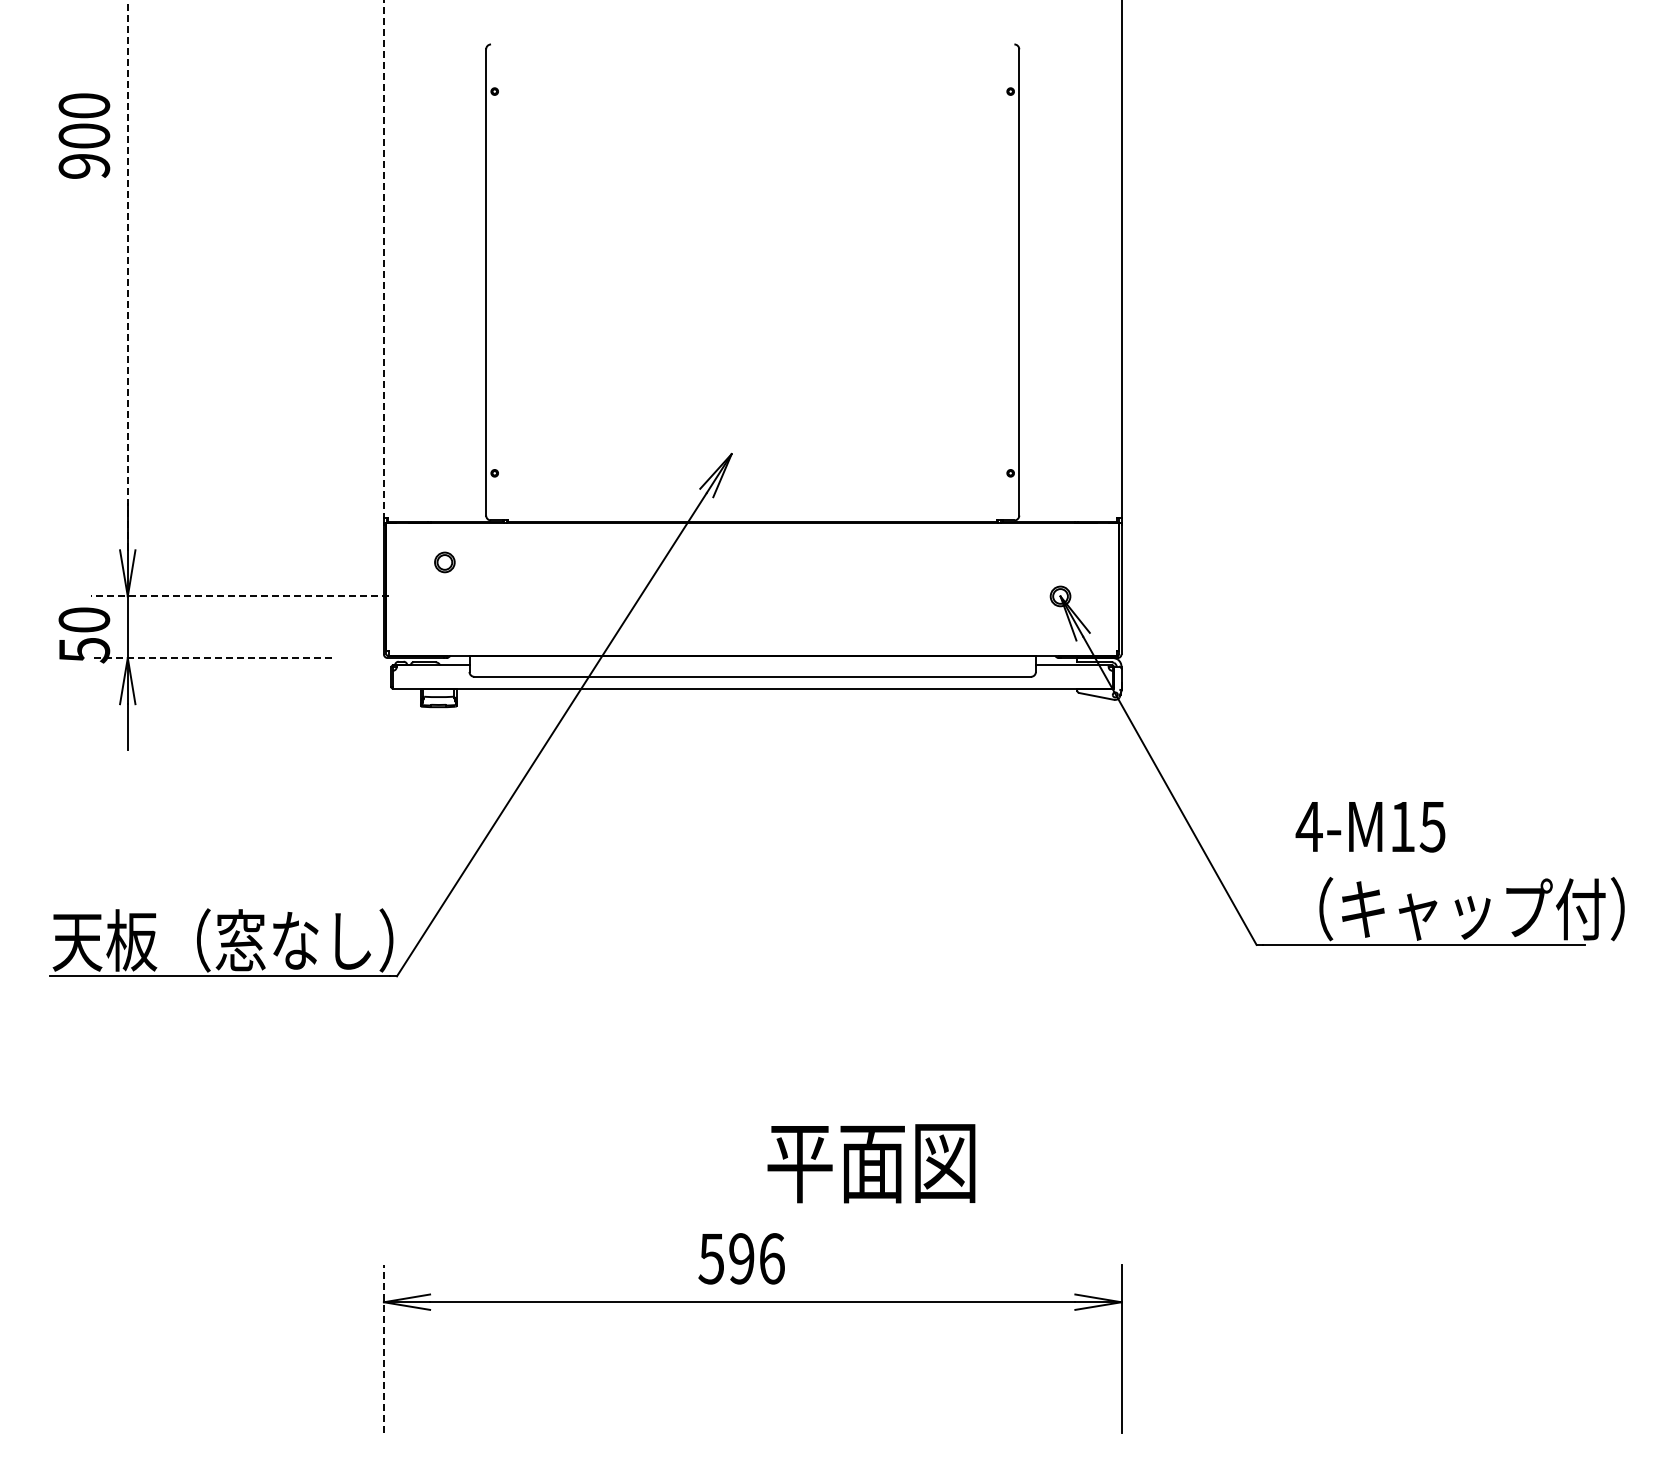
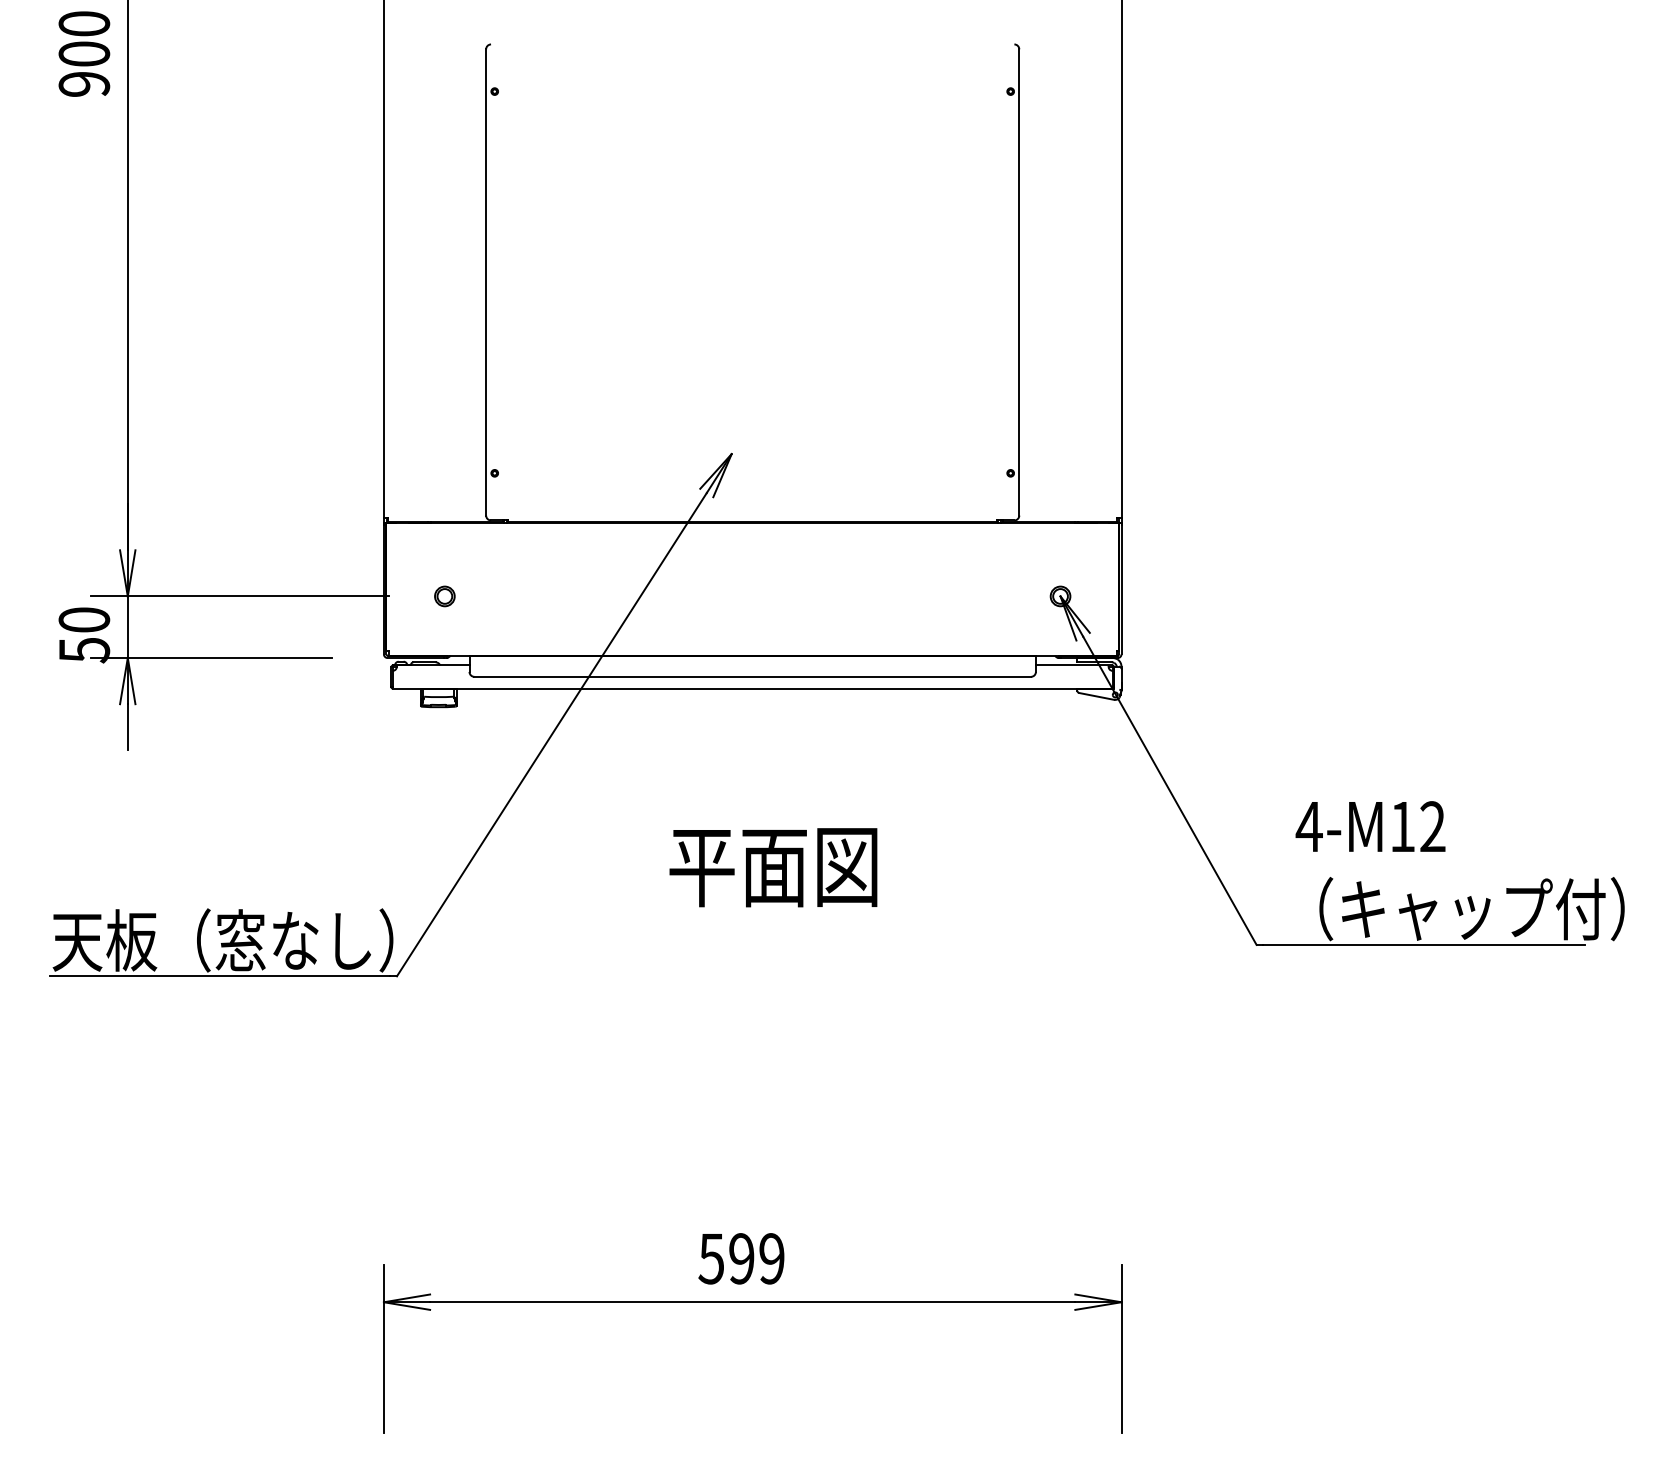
text at (84, 135) position: (84, 135) -> (84, 53)
line at (383, 259): dashed -> solid
line at (127, 275): dashed -> solid
part at (444, 562) position: (444, 562) -> (444, 596)
line at (239, 596): dashed -> solid
line at (211, 658): dashed -> solid
text at (1432, 826): 4-M15 -> 4-M12
text at (871, 1163) position: (871, 1163) -> (773, 867)
text at (771, 1258): 596 -> 599
line at (383, 1348): dashed -> solid
